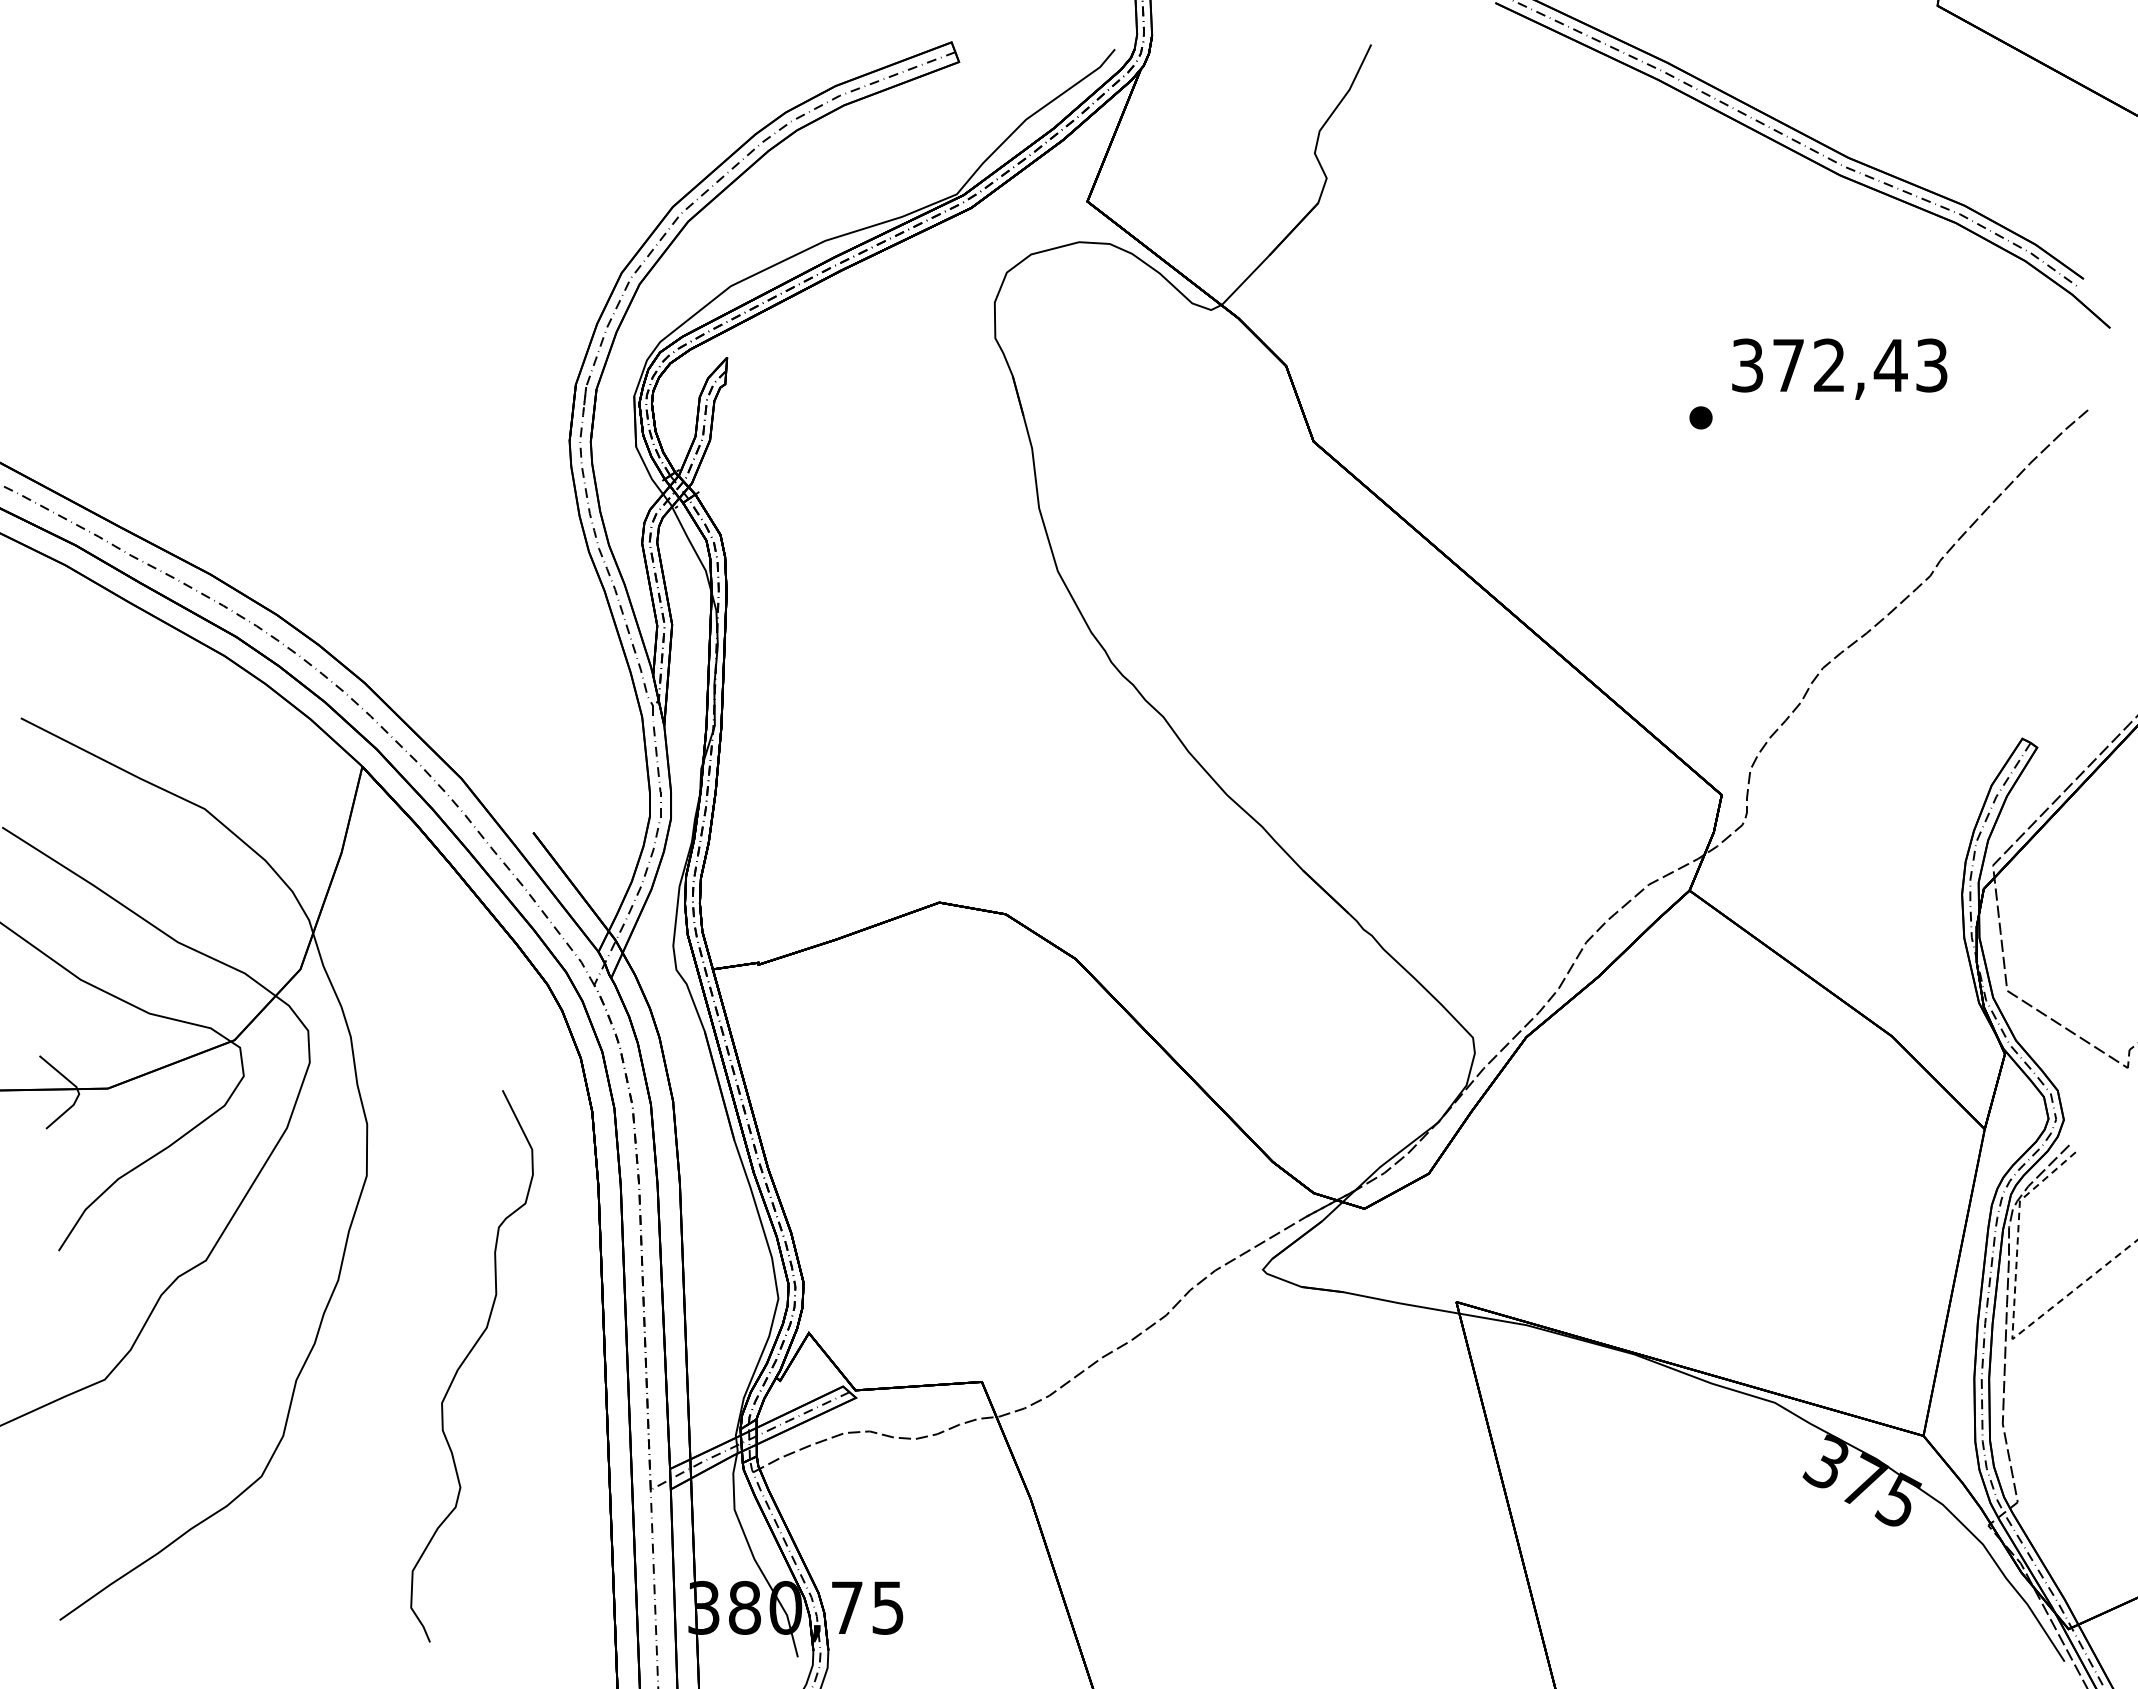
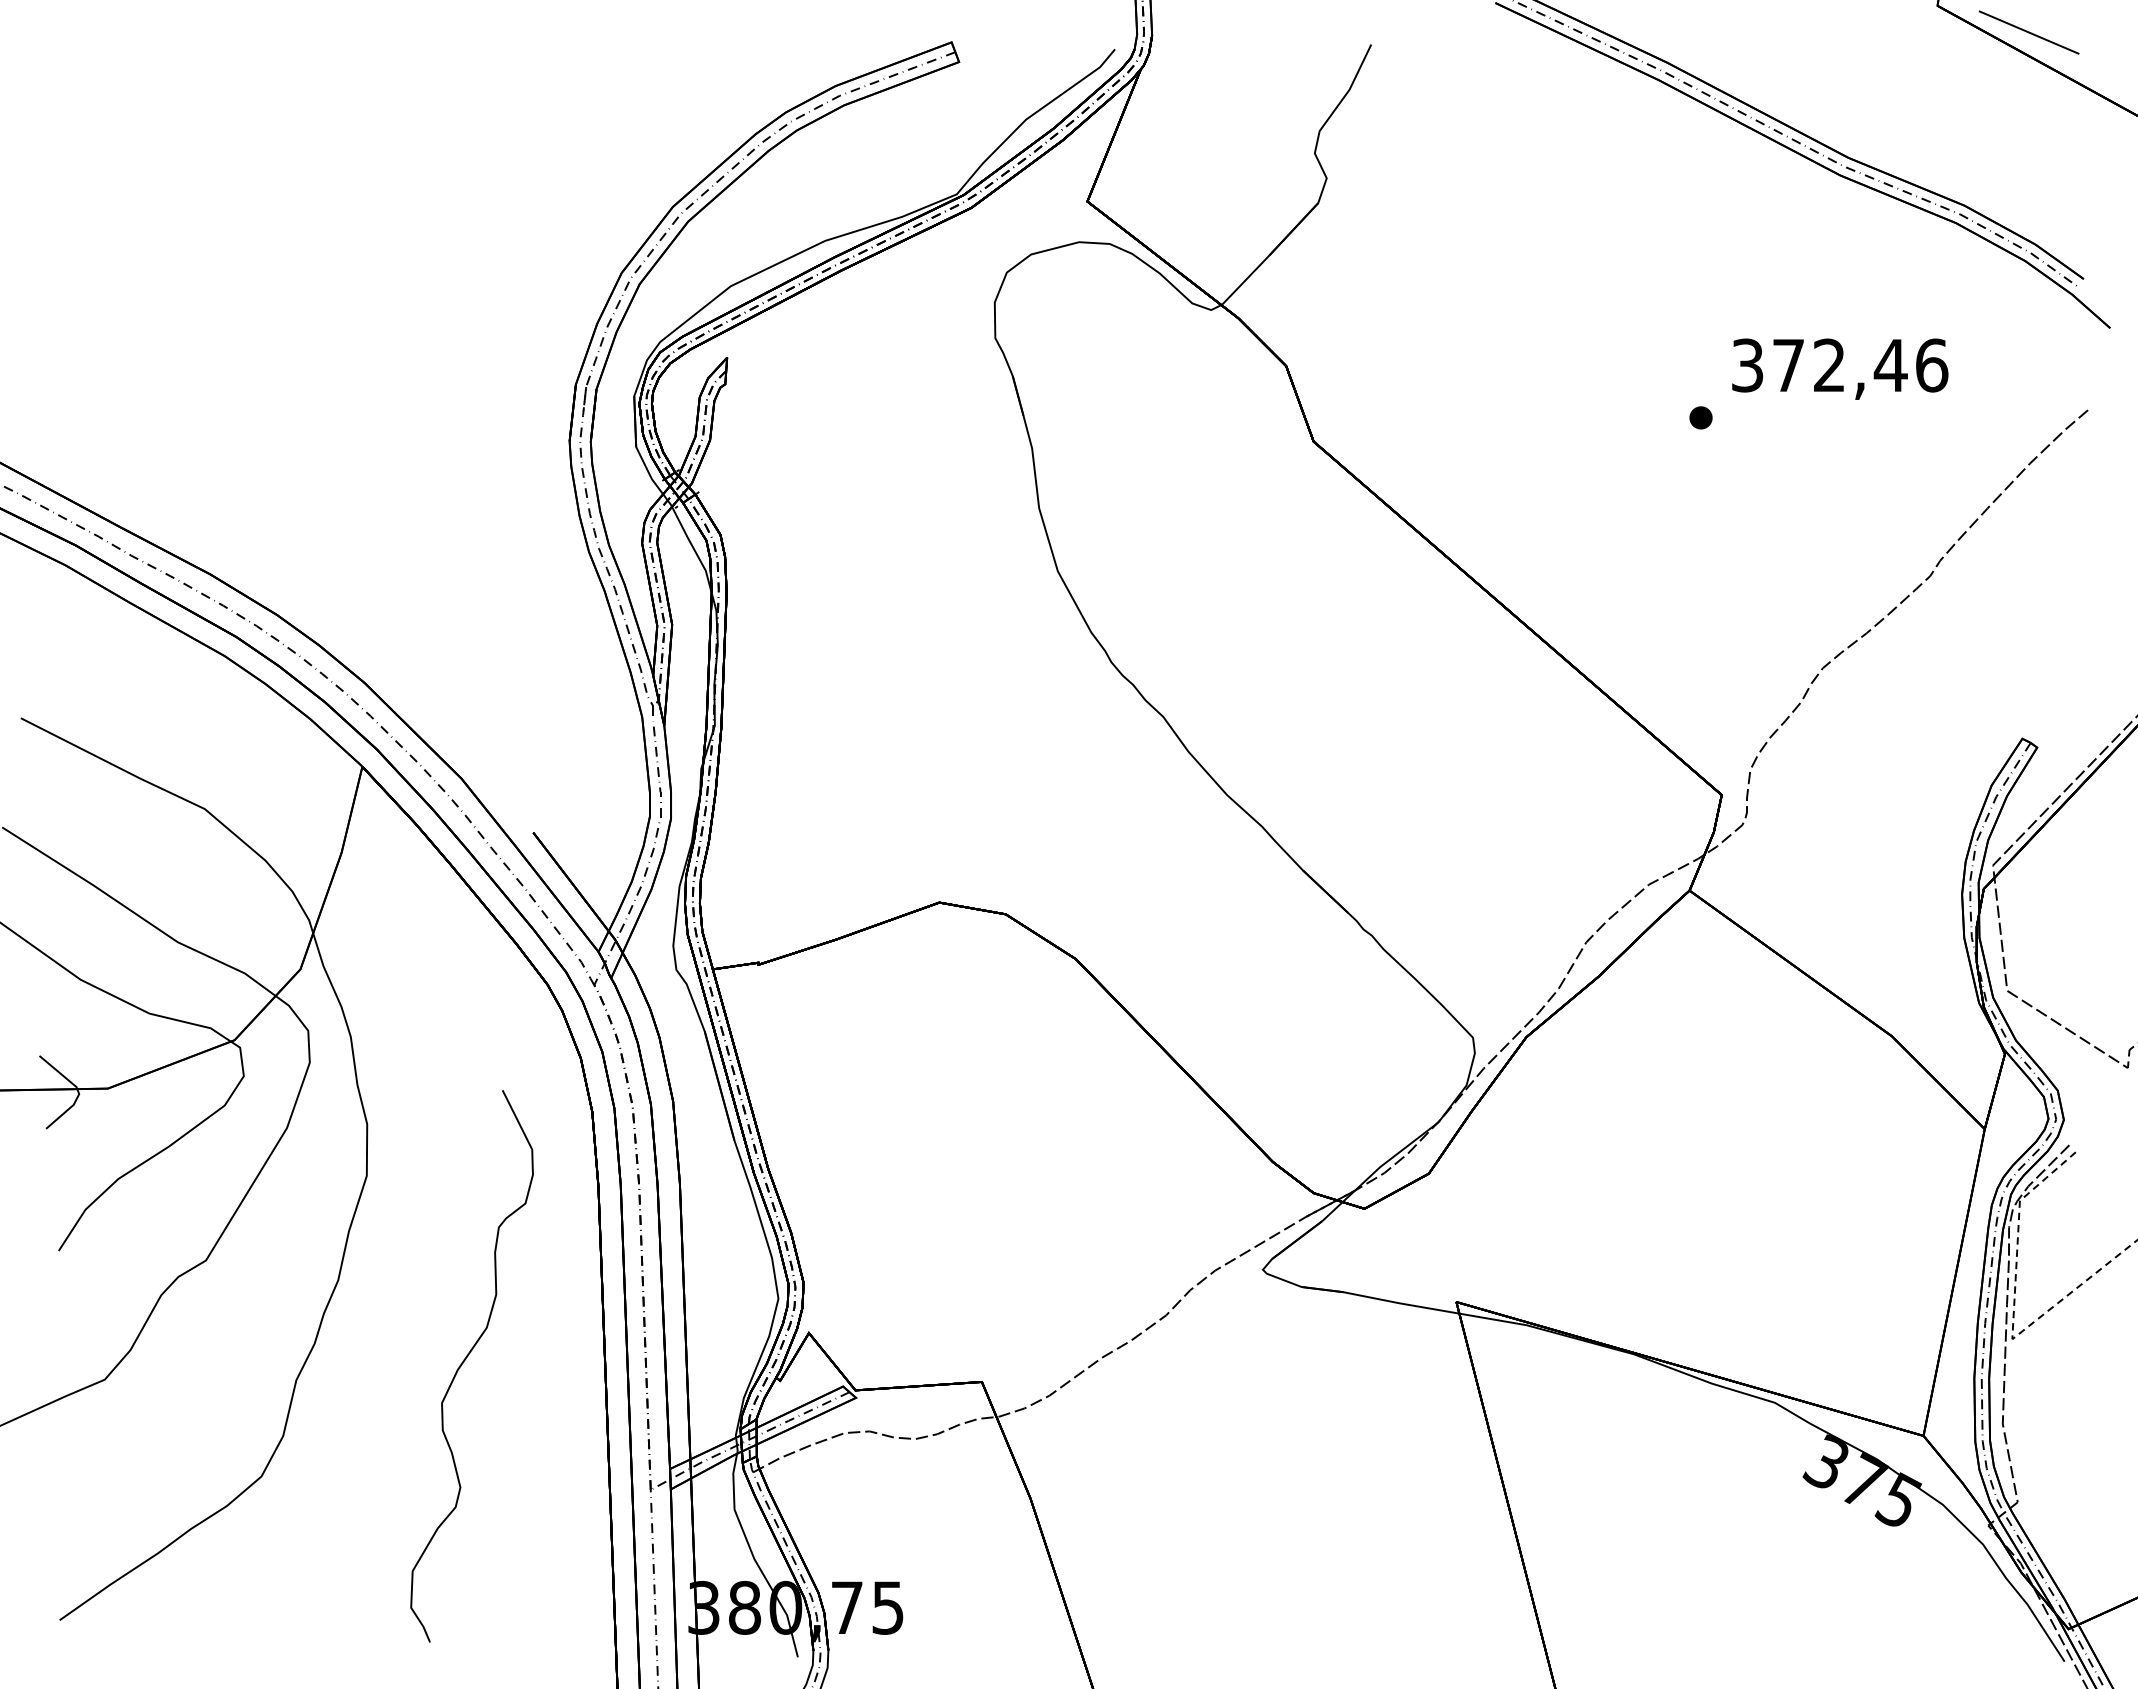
line at (2028, 32): none -> present
text at (1932, 365): 372,43 -> 372,46
